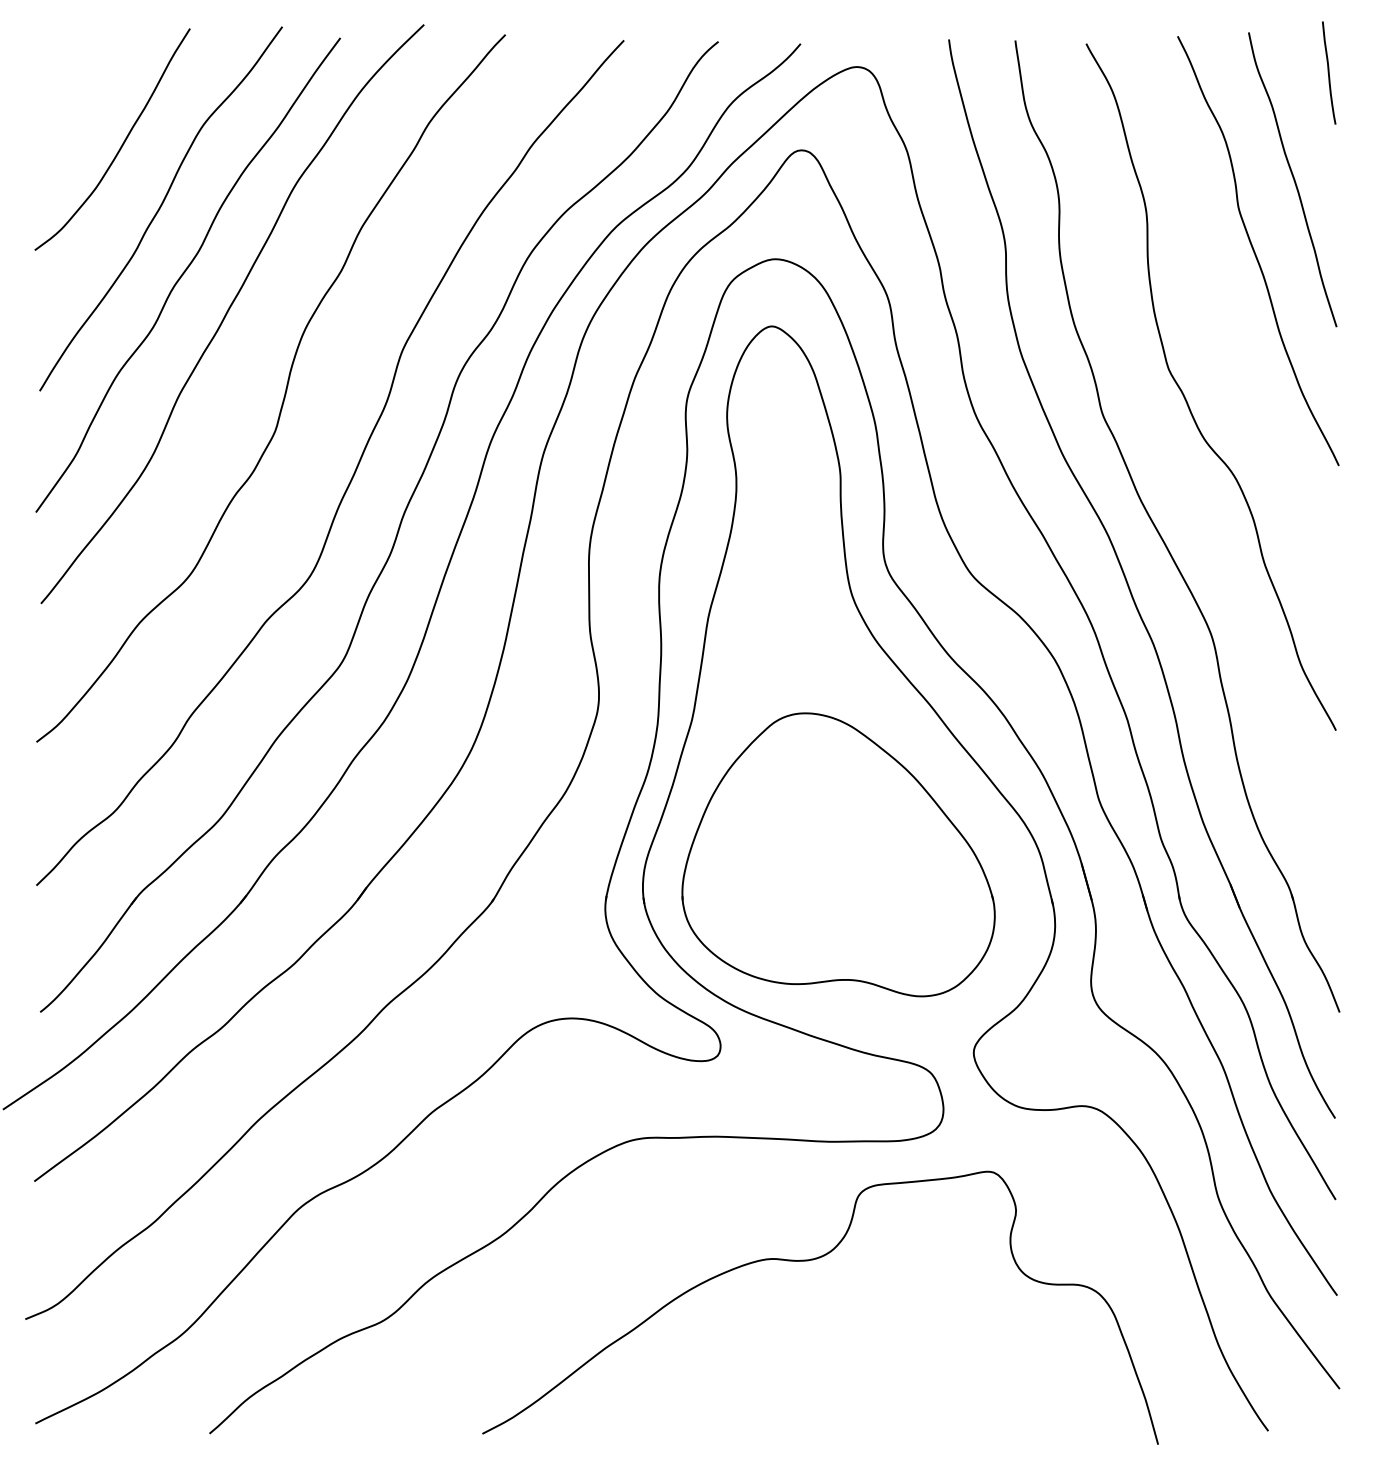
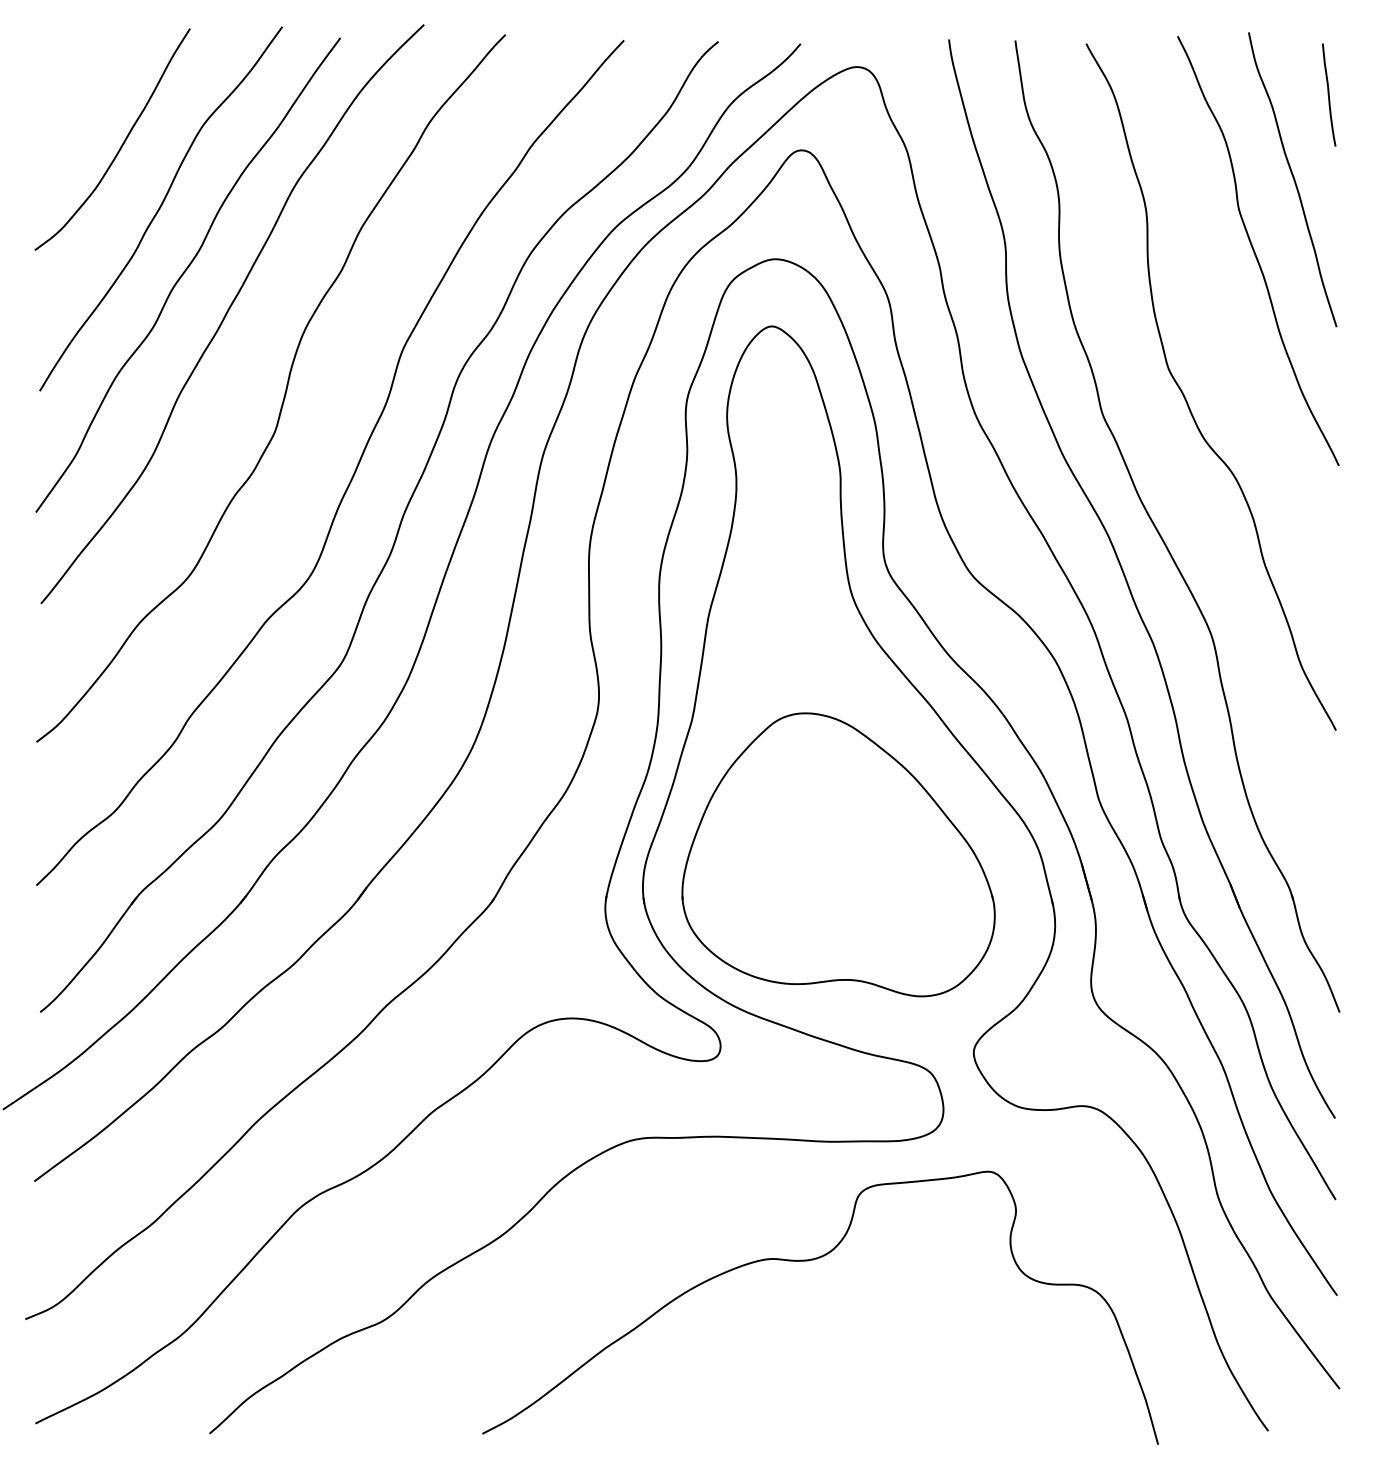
curve at (1329, 72) position: (1329, 72) -> (1329, 94)
